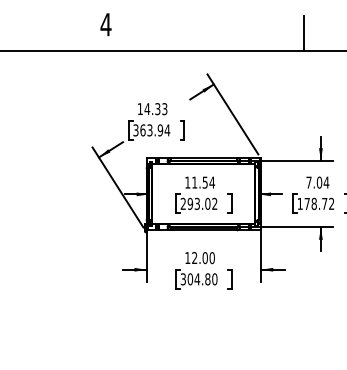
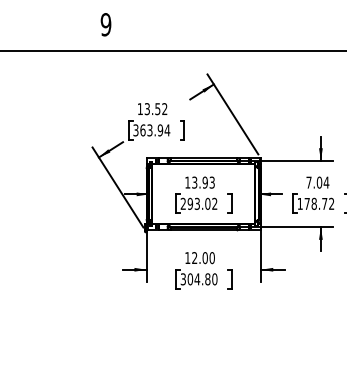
text at (105, 24): 4 -> 9
line at (303, 33): present -> none
text at (155, 109): 14.33 -> 13.52
text at (203, 182): 11.54 -> 13.93
